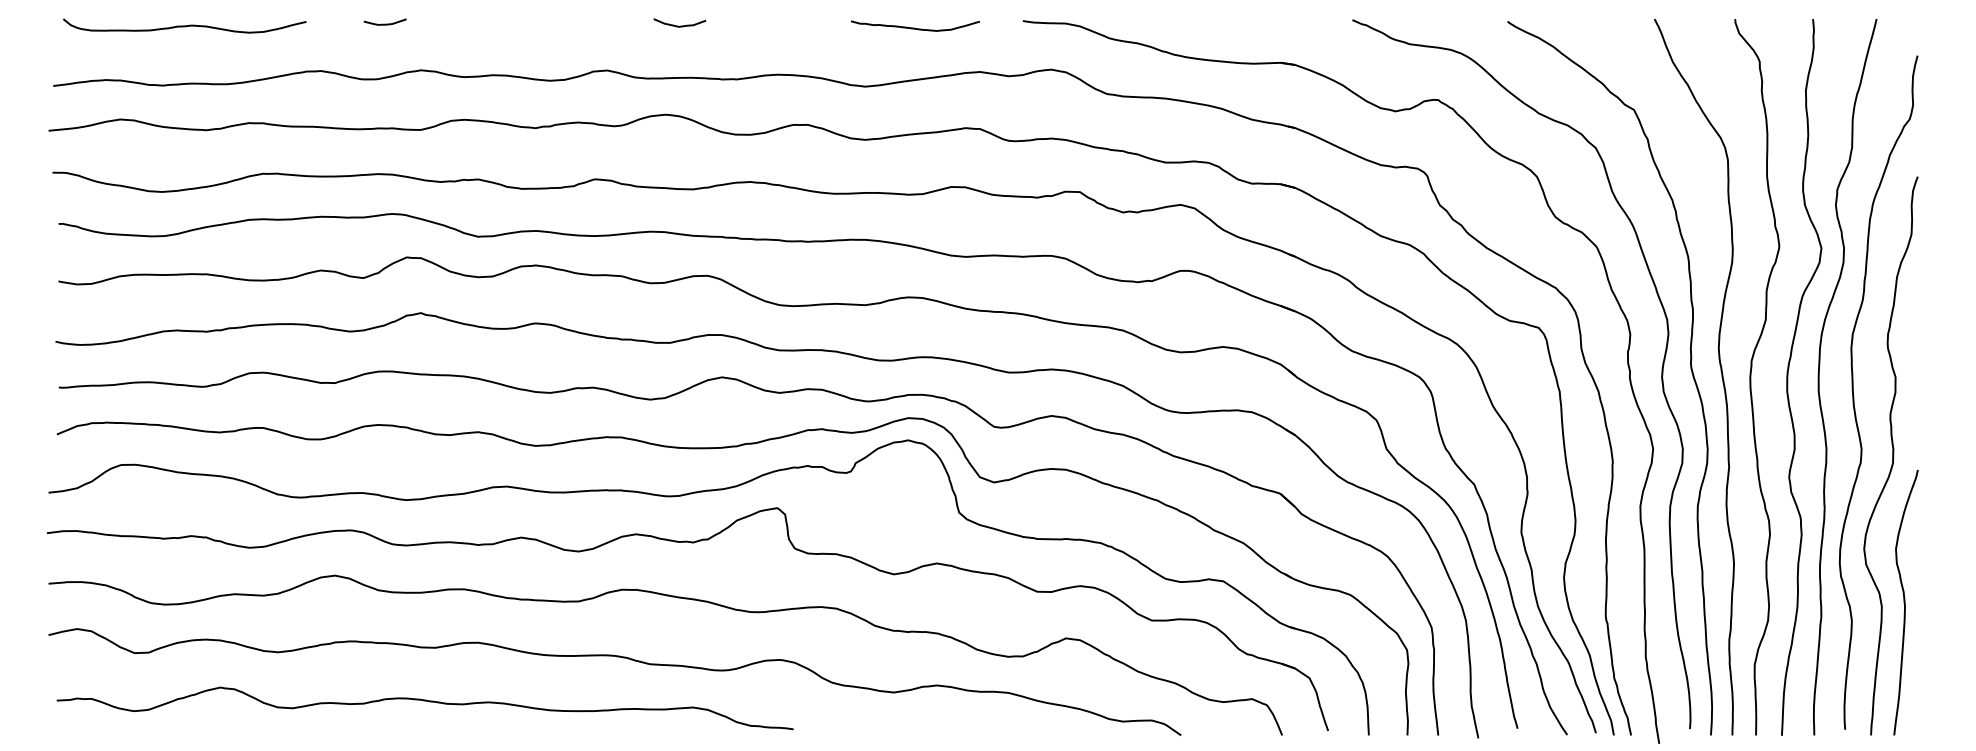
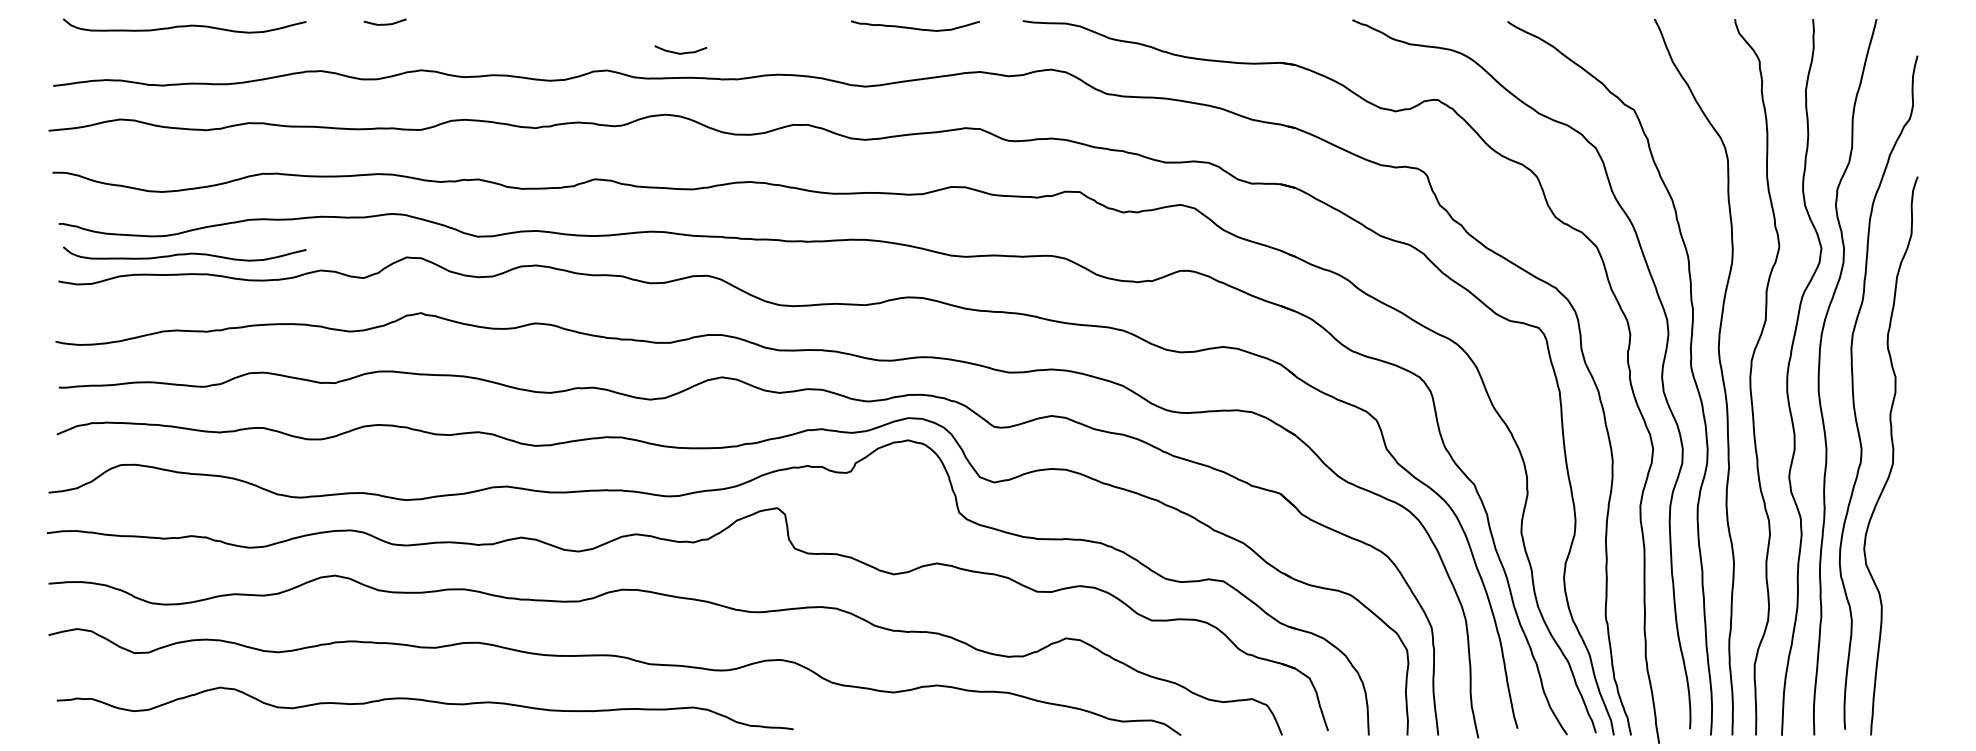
curve at (678, 25) position: (678, 25) -> (679, 52)
curve at (184, 253): none -> present
curve at (1905, 602): present -> none
